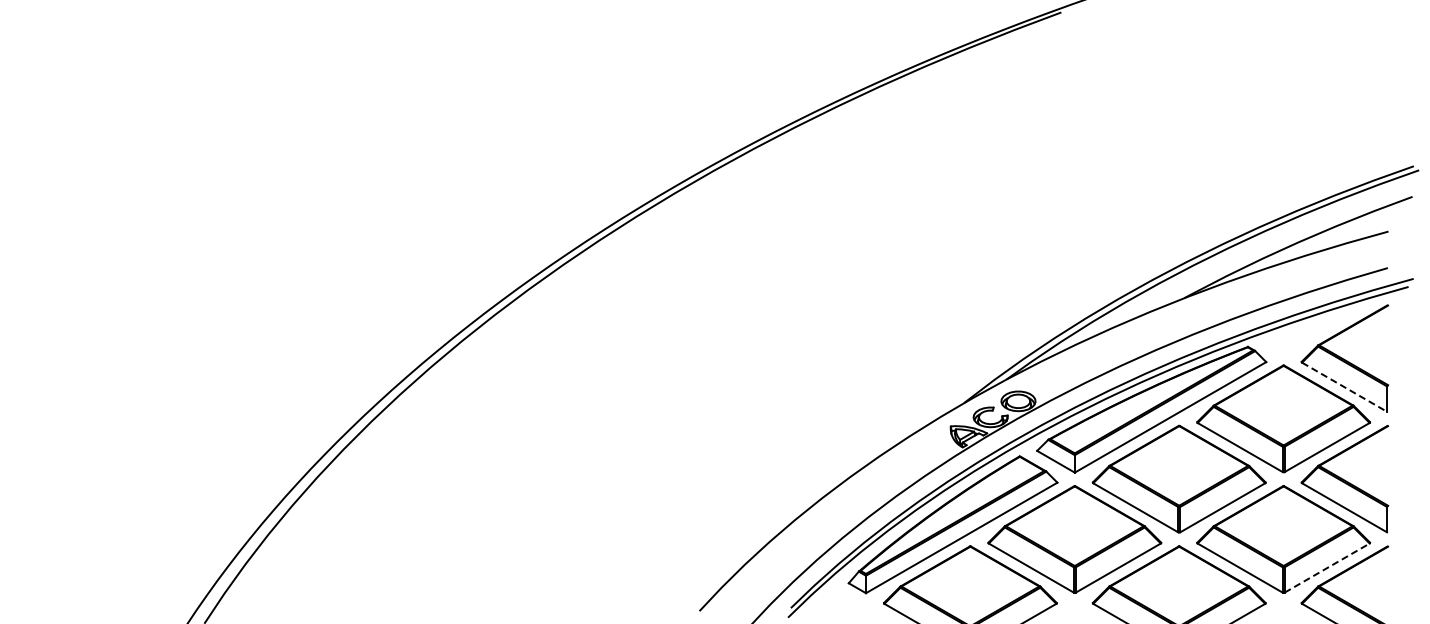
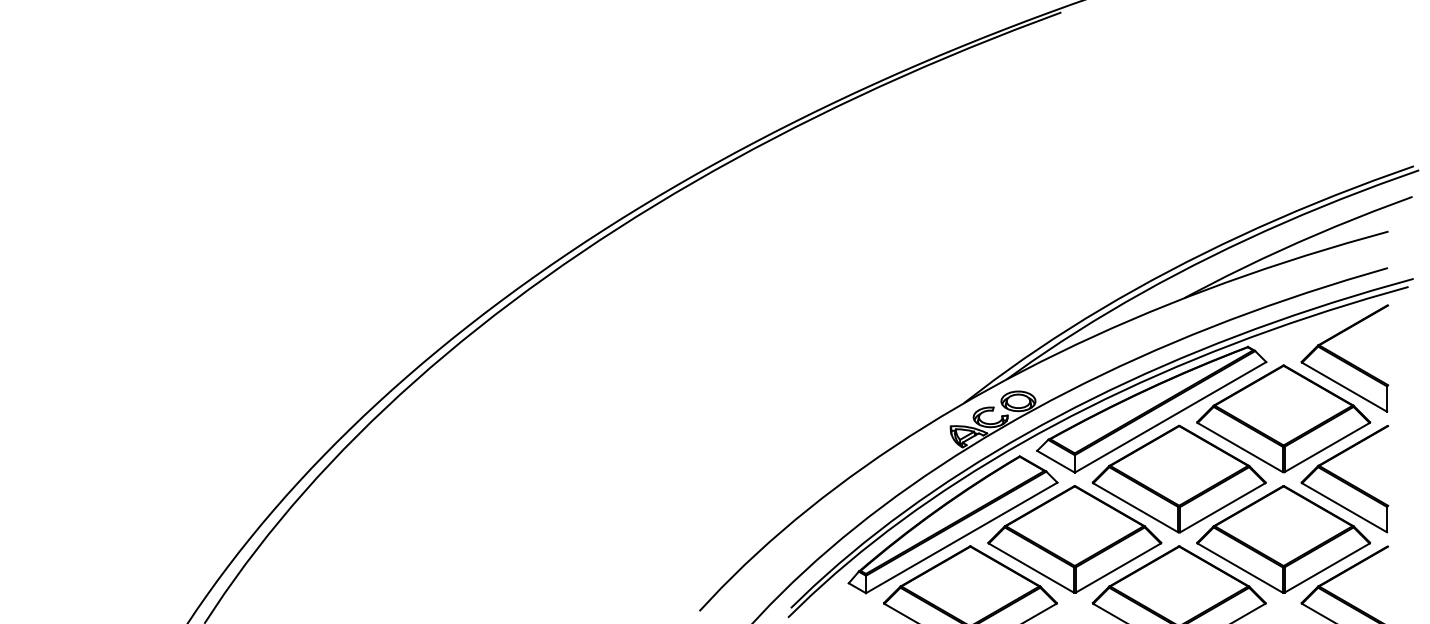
line at (1345, 387): dashed -> solid
line at (1327, 567): dashed -> solid
